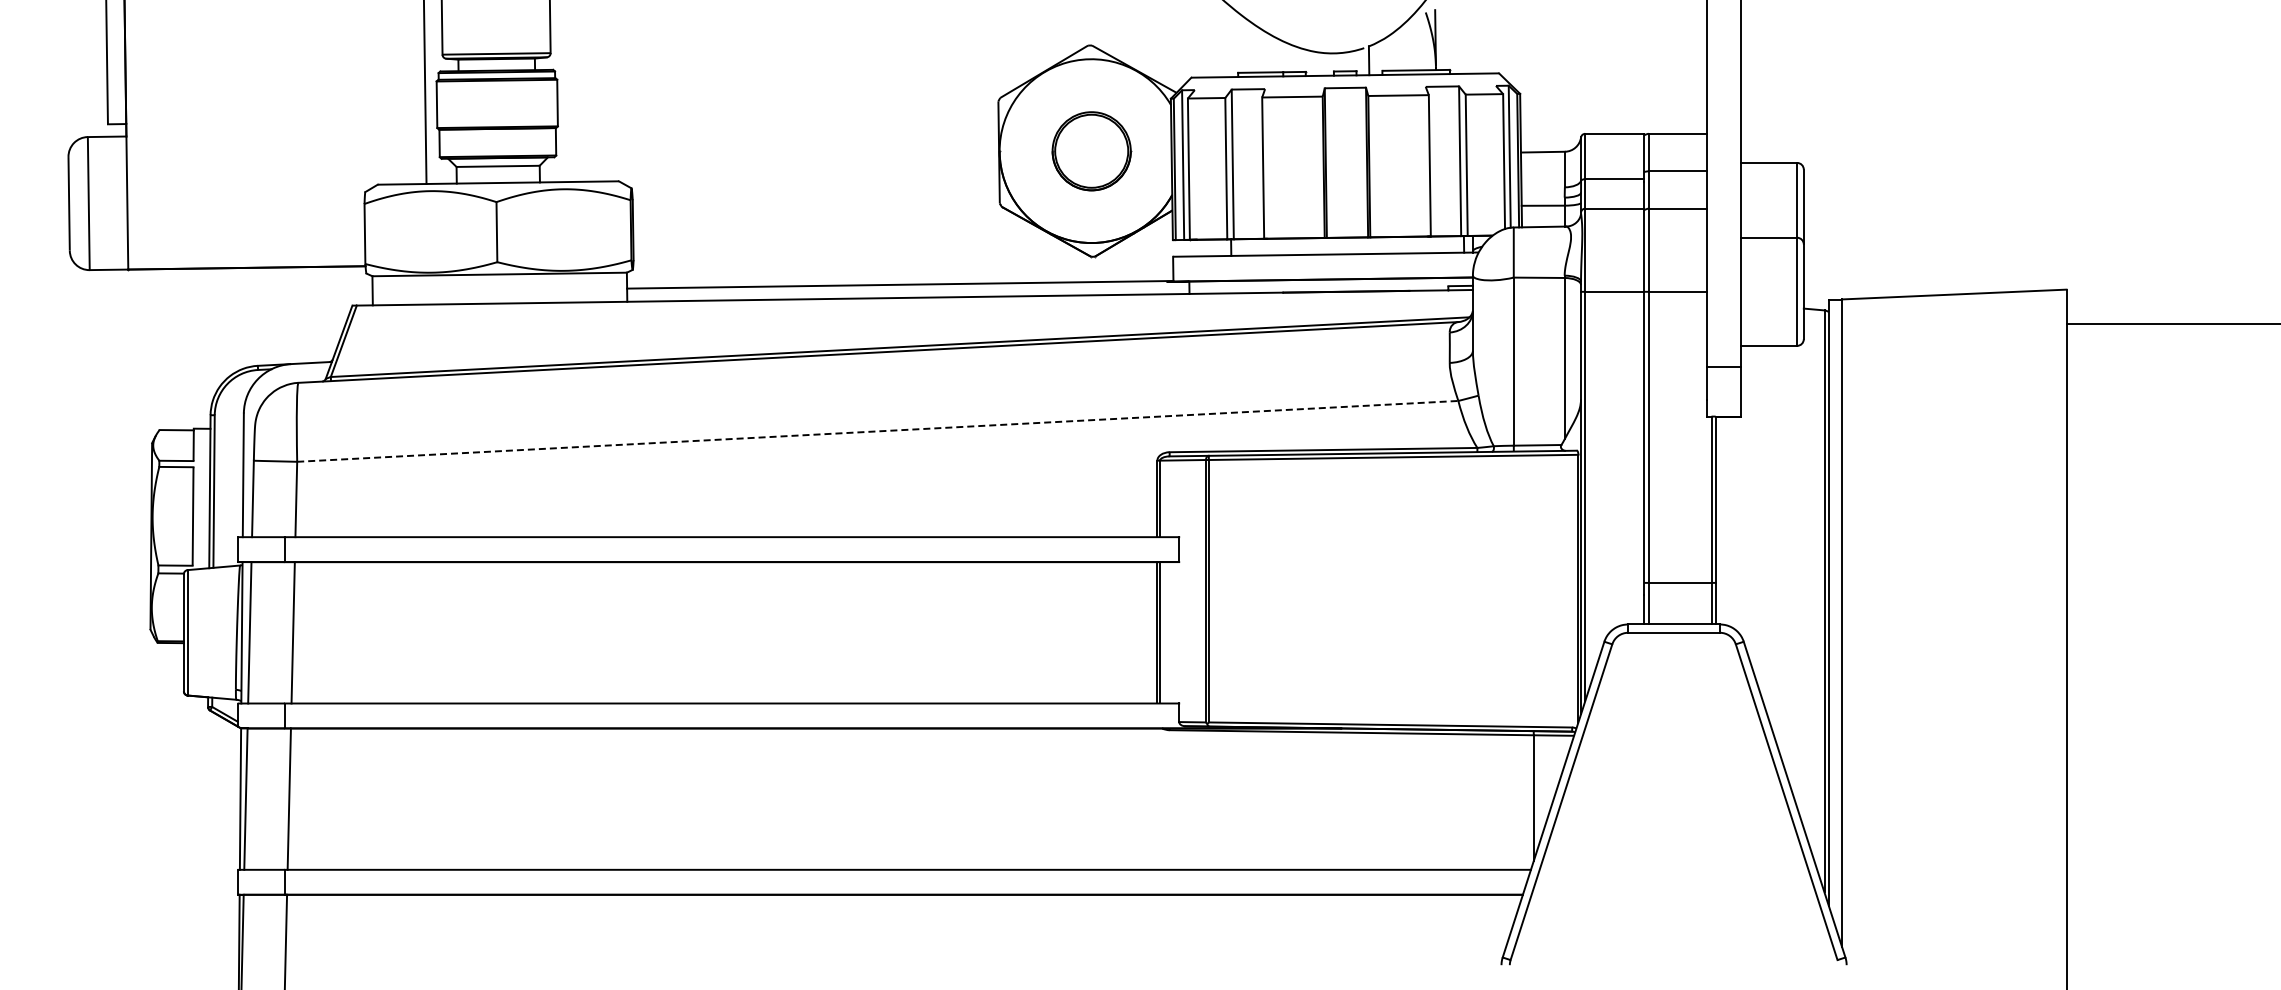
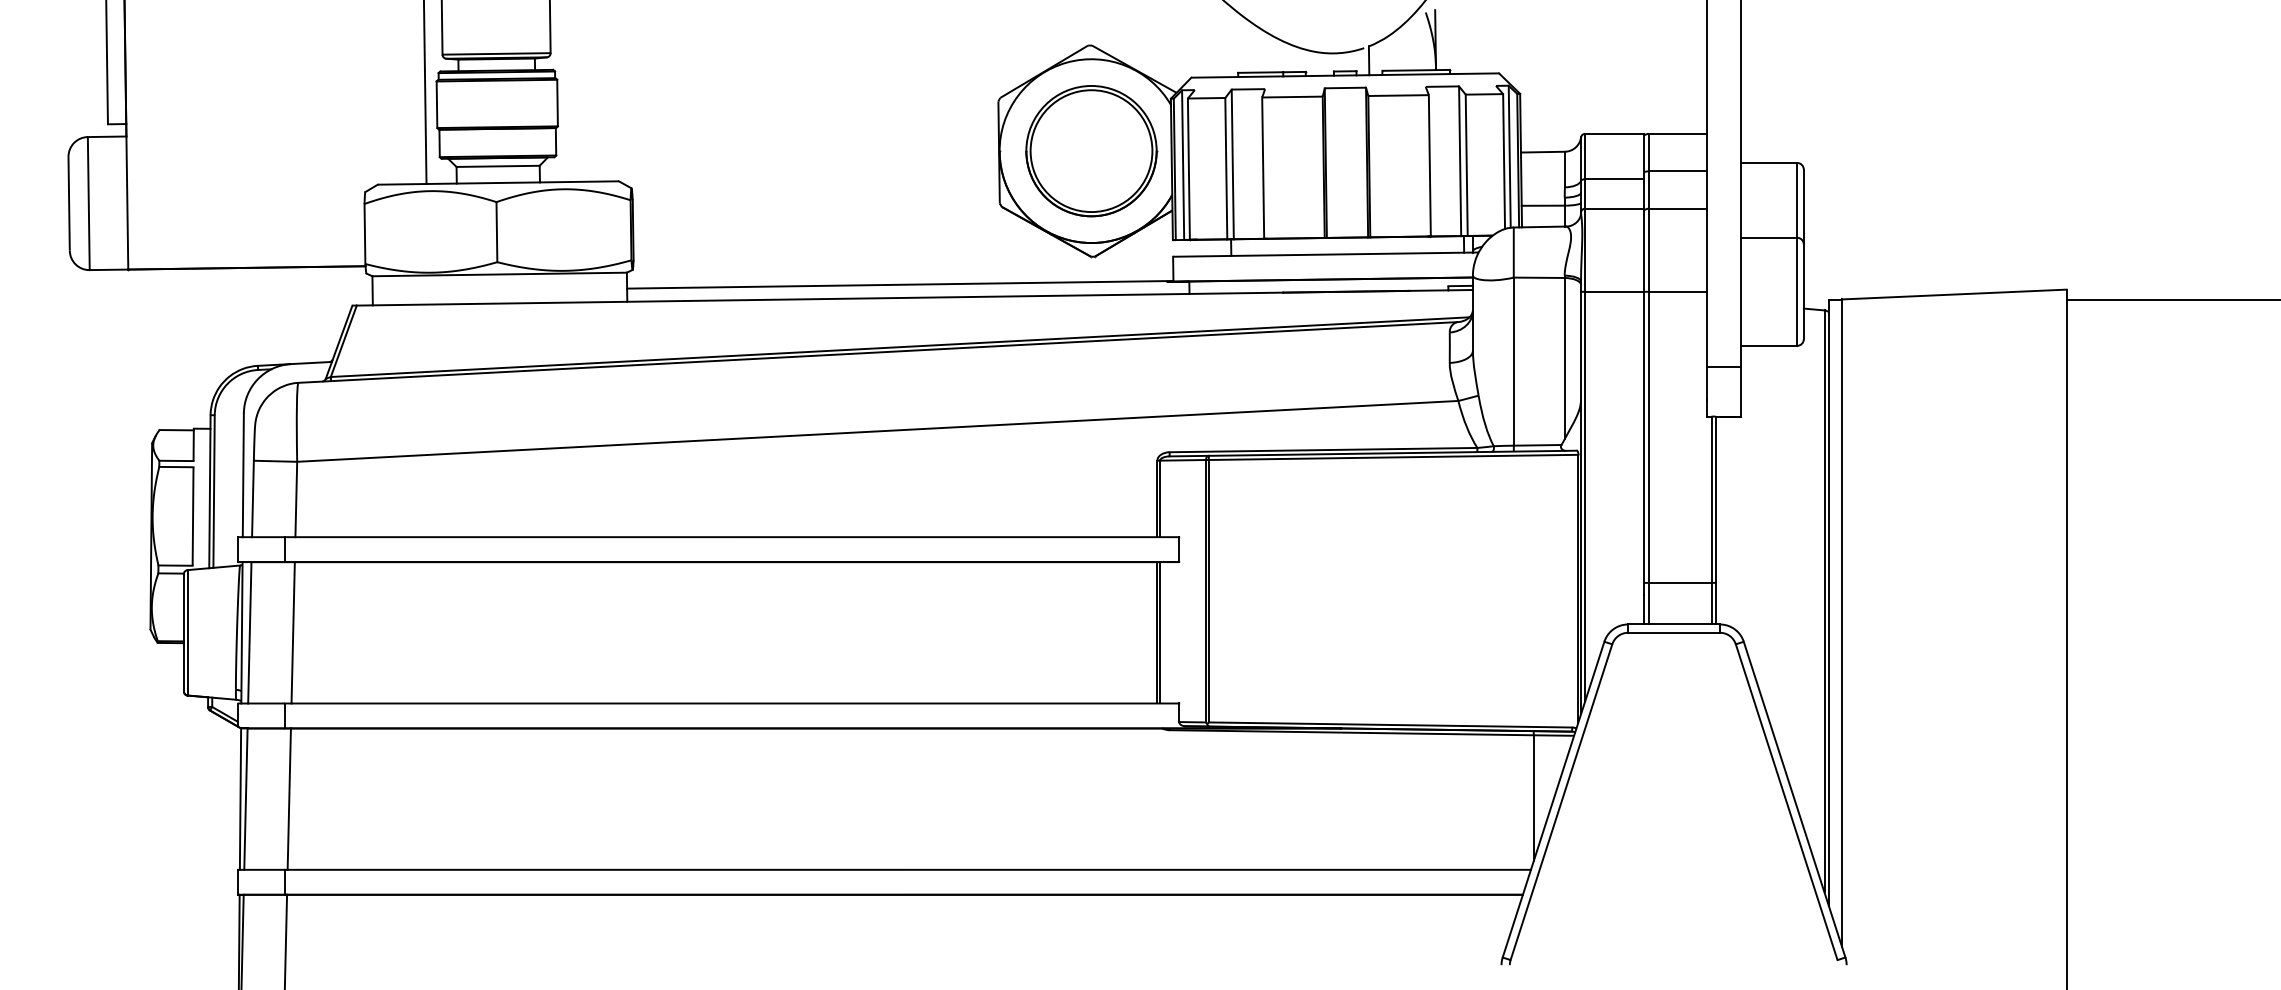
part at (1091, 151) size: 82x81 px -> 134x133 px
line at (2171, 324) position: (2171, 324) -> (2171, 300)
line at (878, 431): dashed -> solid
